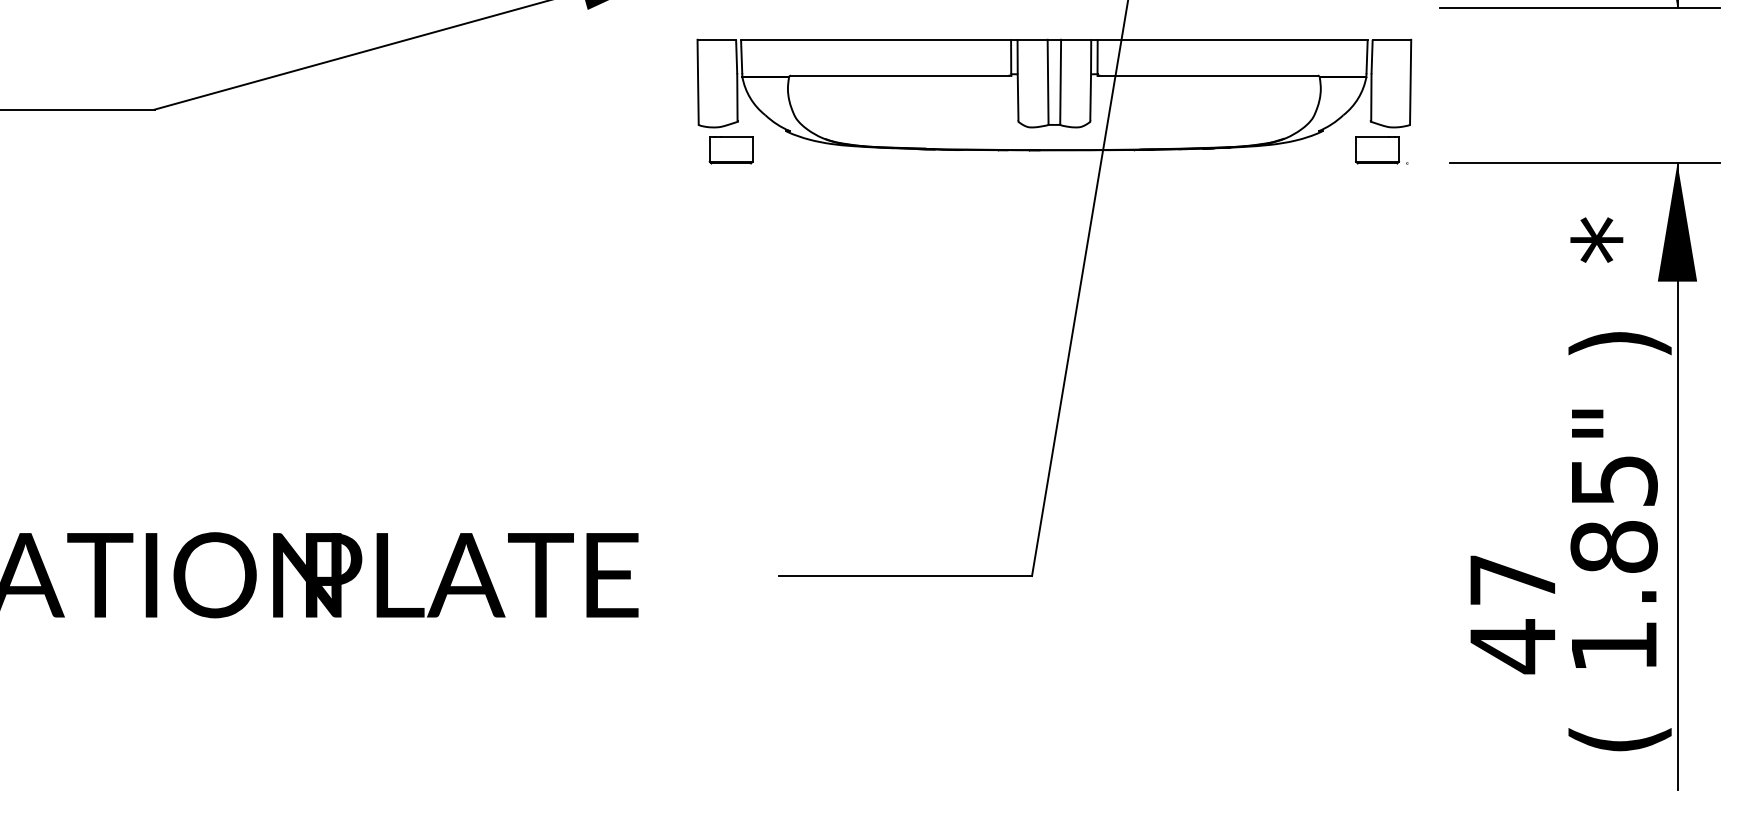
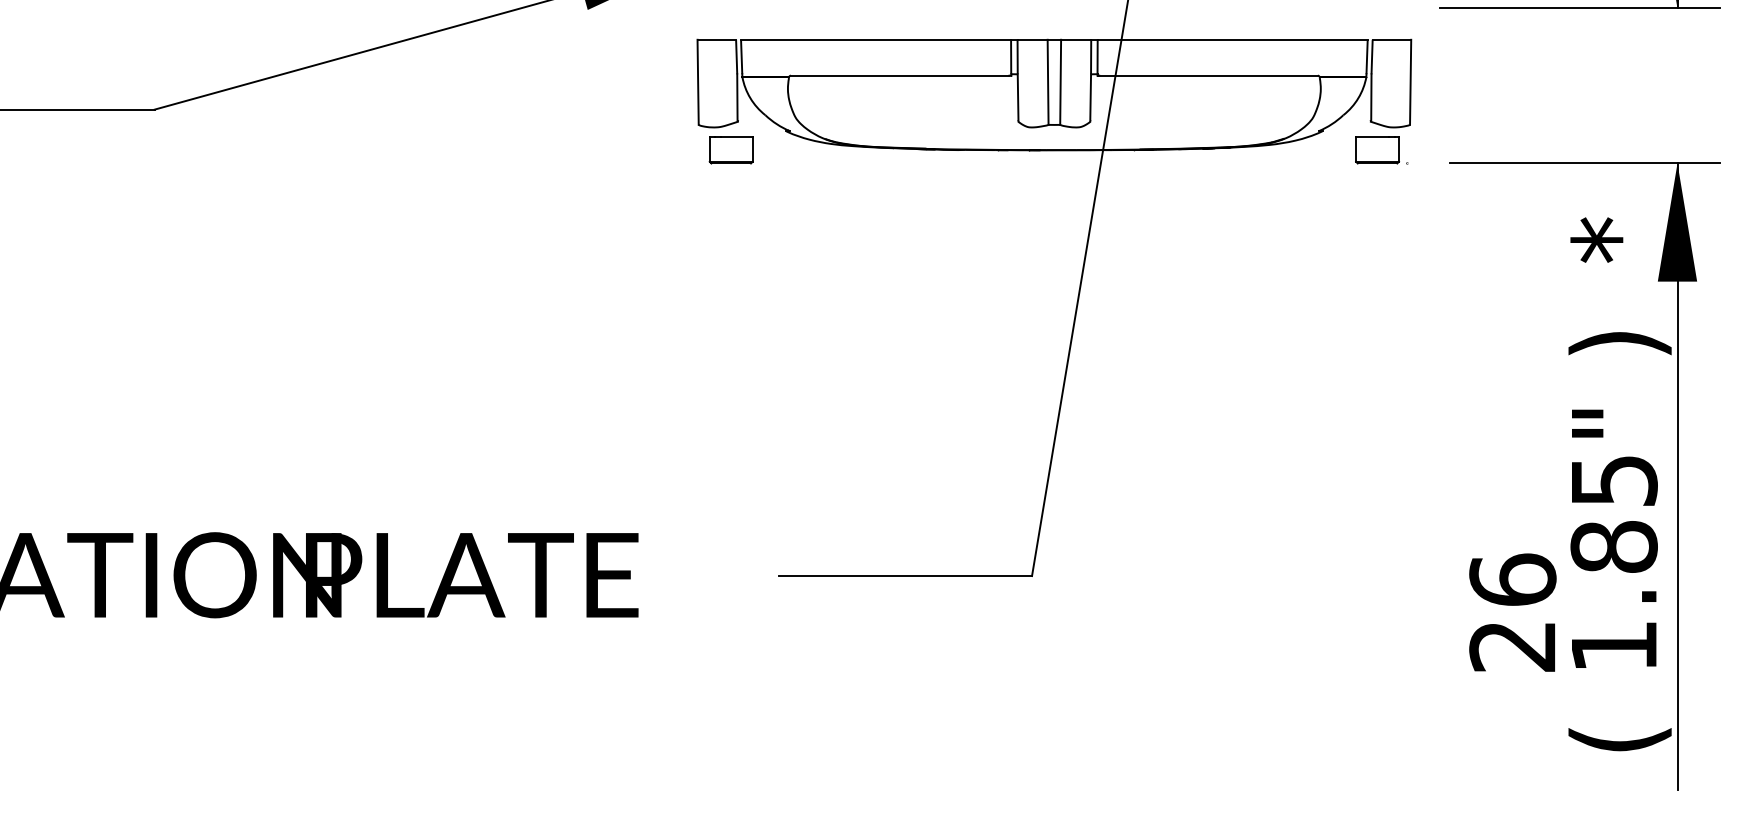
text at (1512, 613): 47 -> 26
